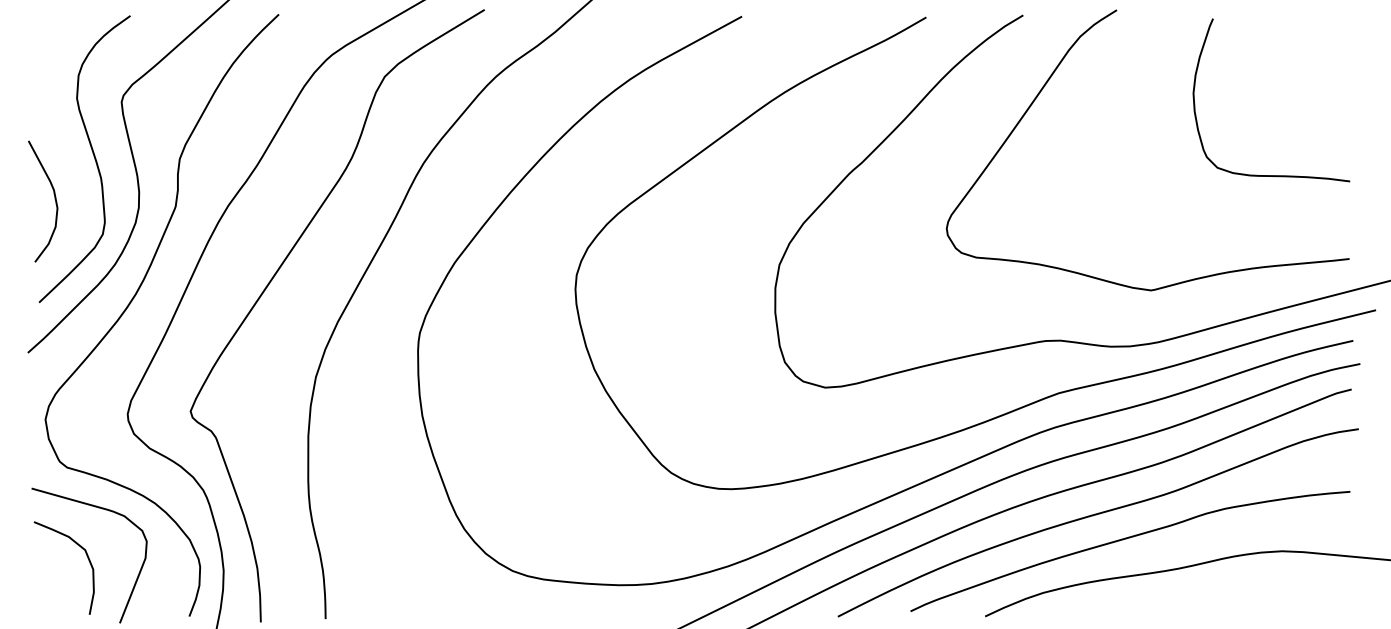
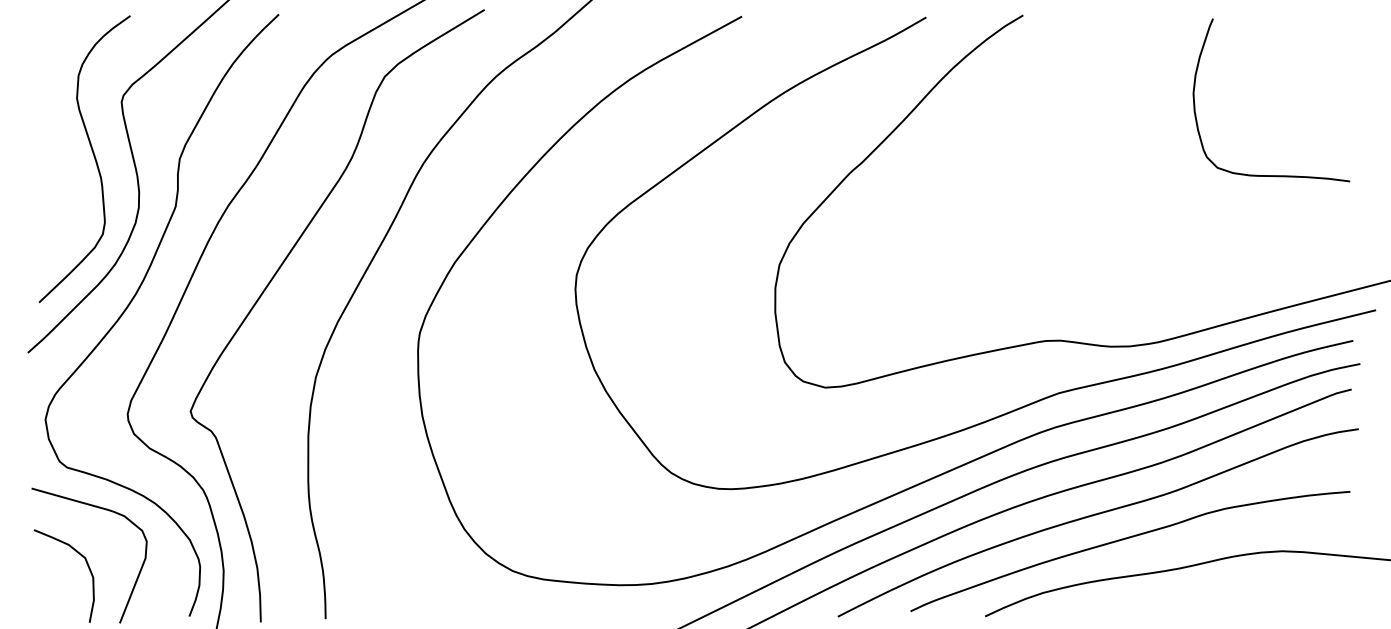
curve at (1047, 83): present -> none
curve at (54, 199): present -> none
curve at (86, 556) position: (86, 556) -> (86, 564)
